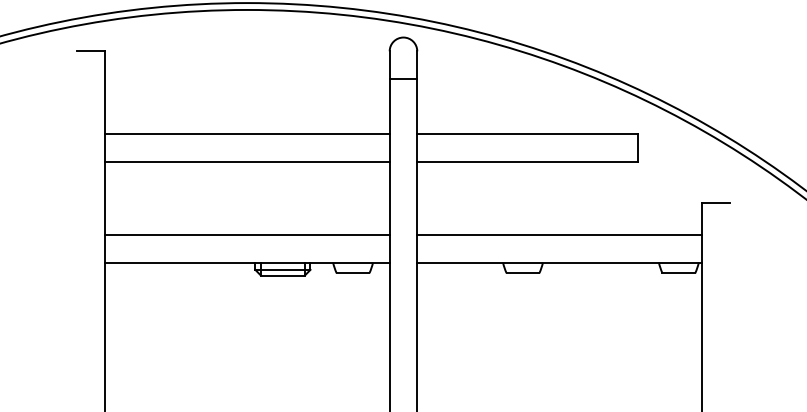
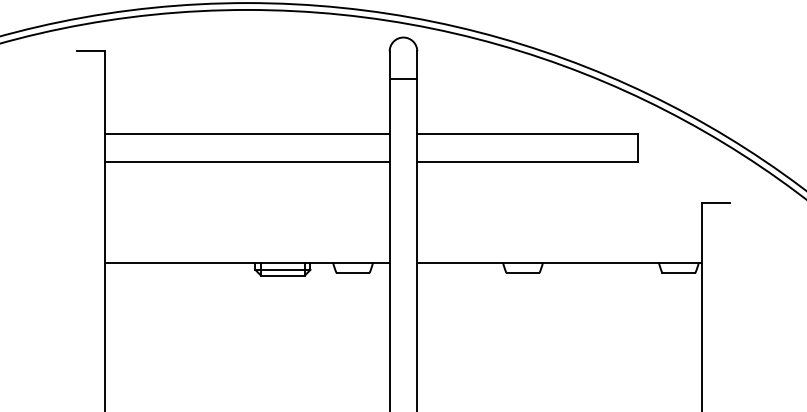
line at (246, 235): present -> none
line at (559, 235): present -> none
